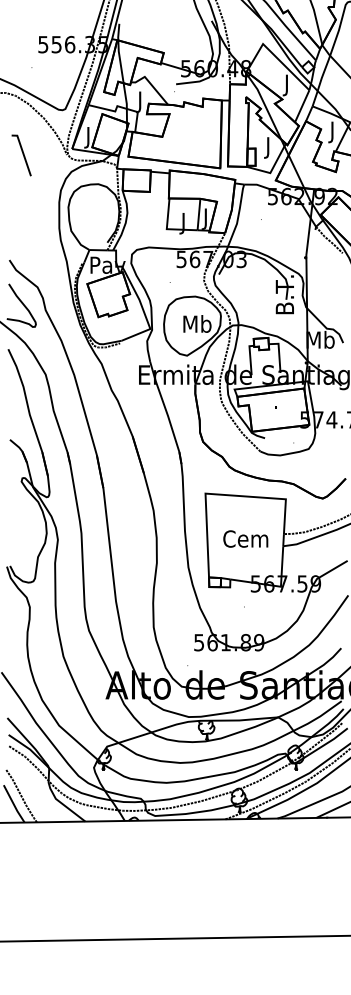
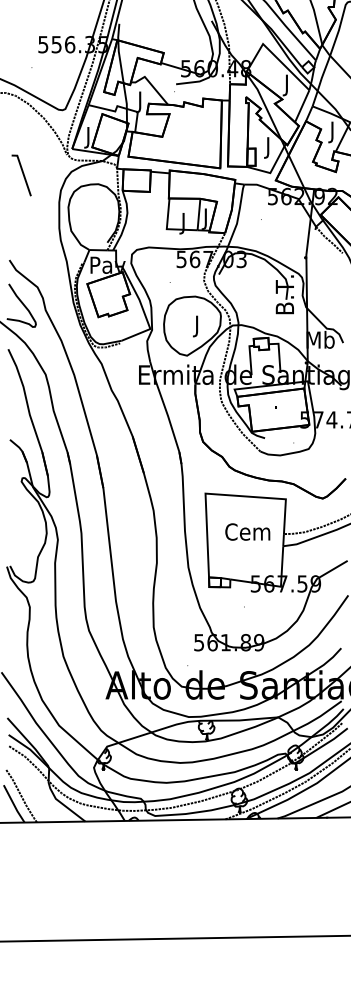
line at (22, 154) position: (22, 154) -> (22, 174)
text at (197, 326): Mb -> J
text at (245, 538) position: (245, 538) -> (247, 531)
